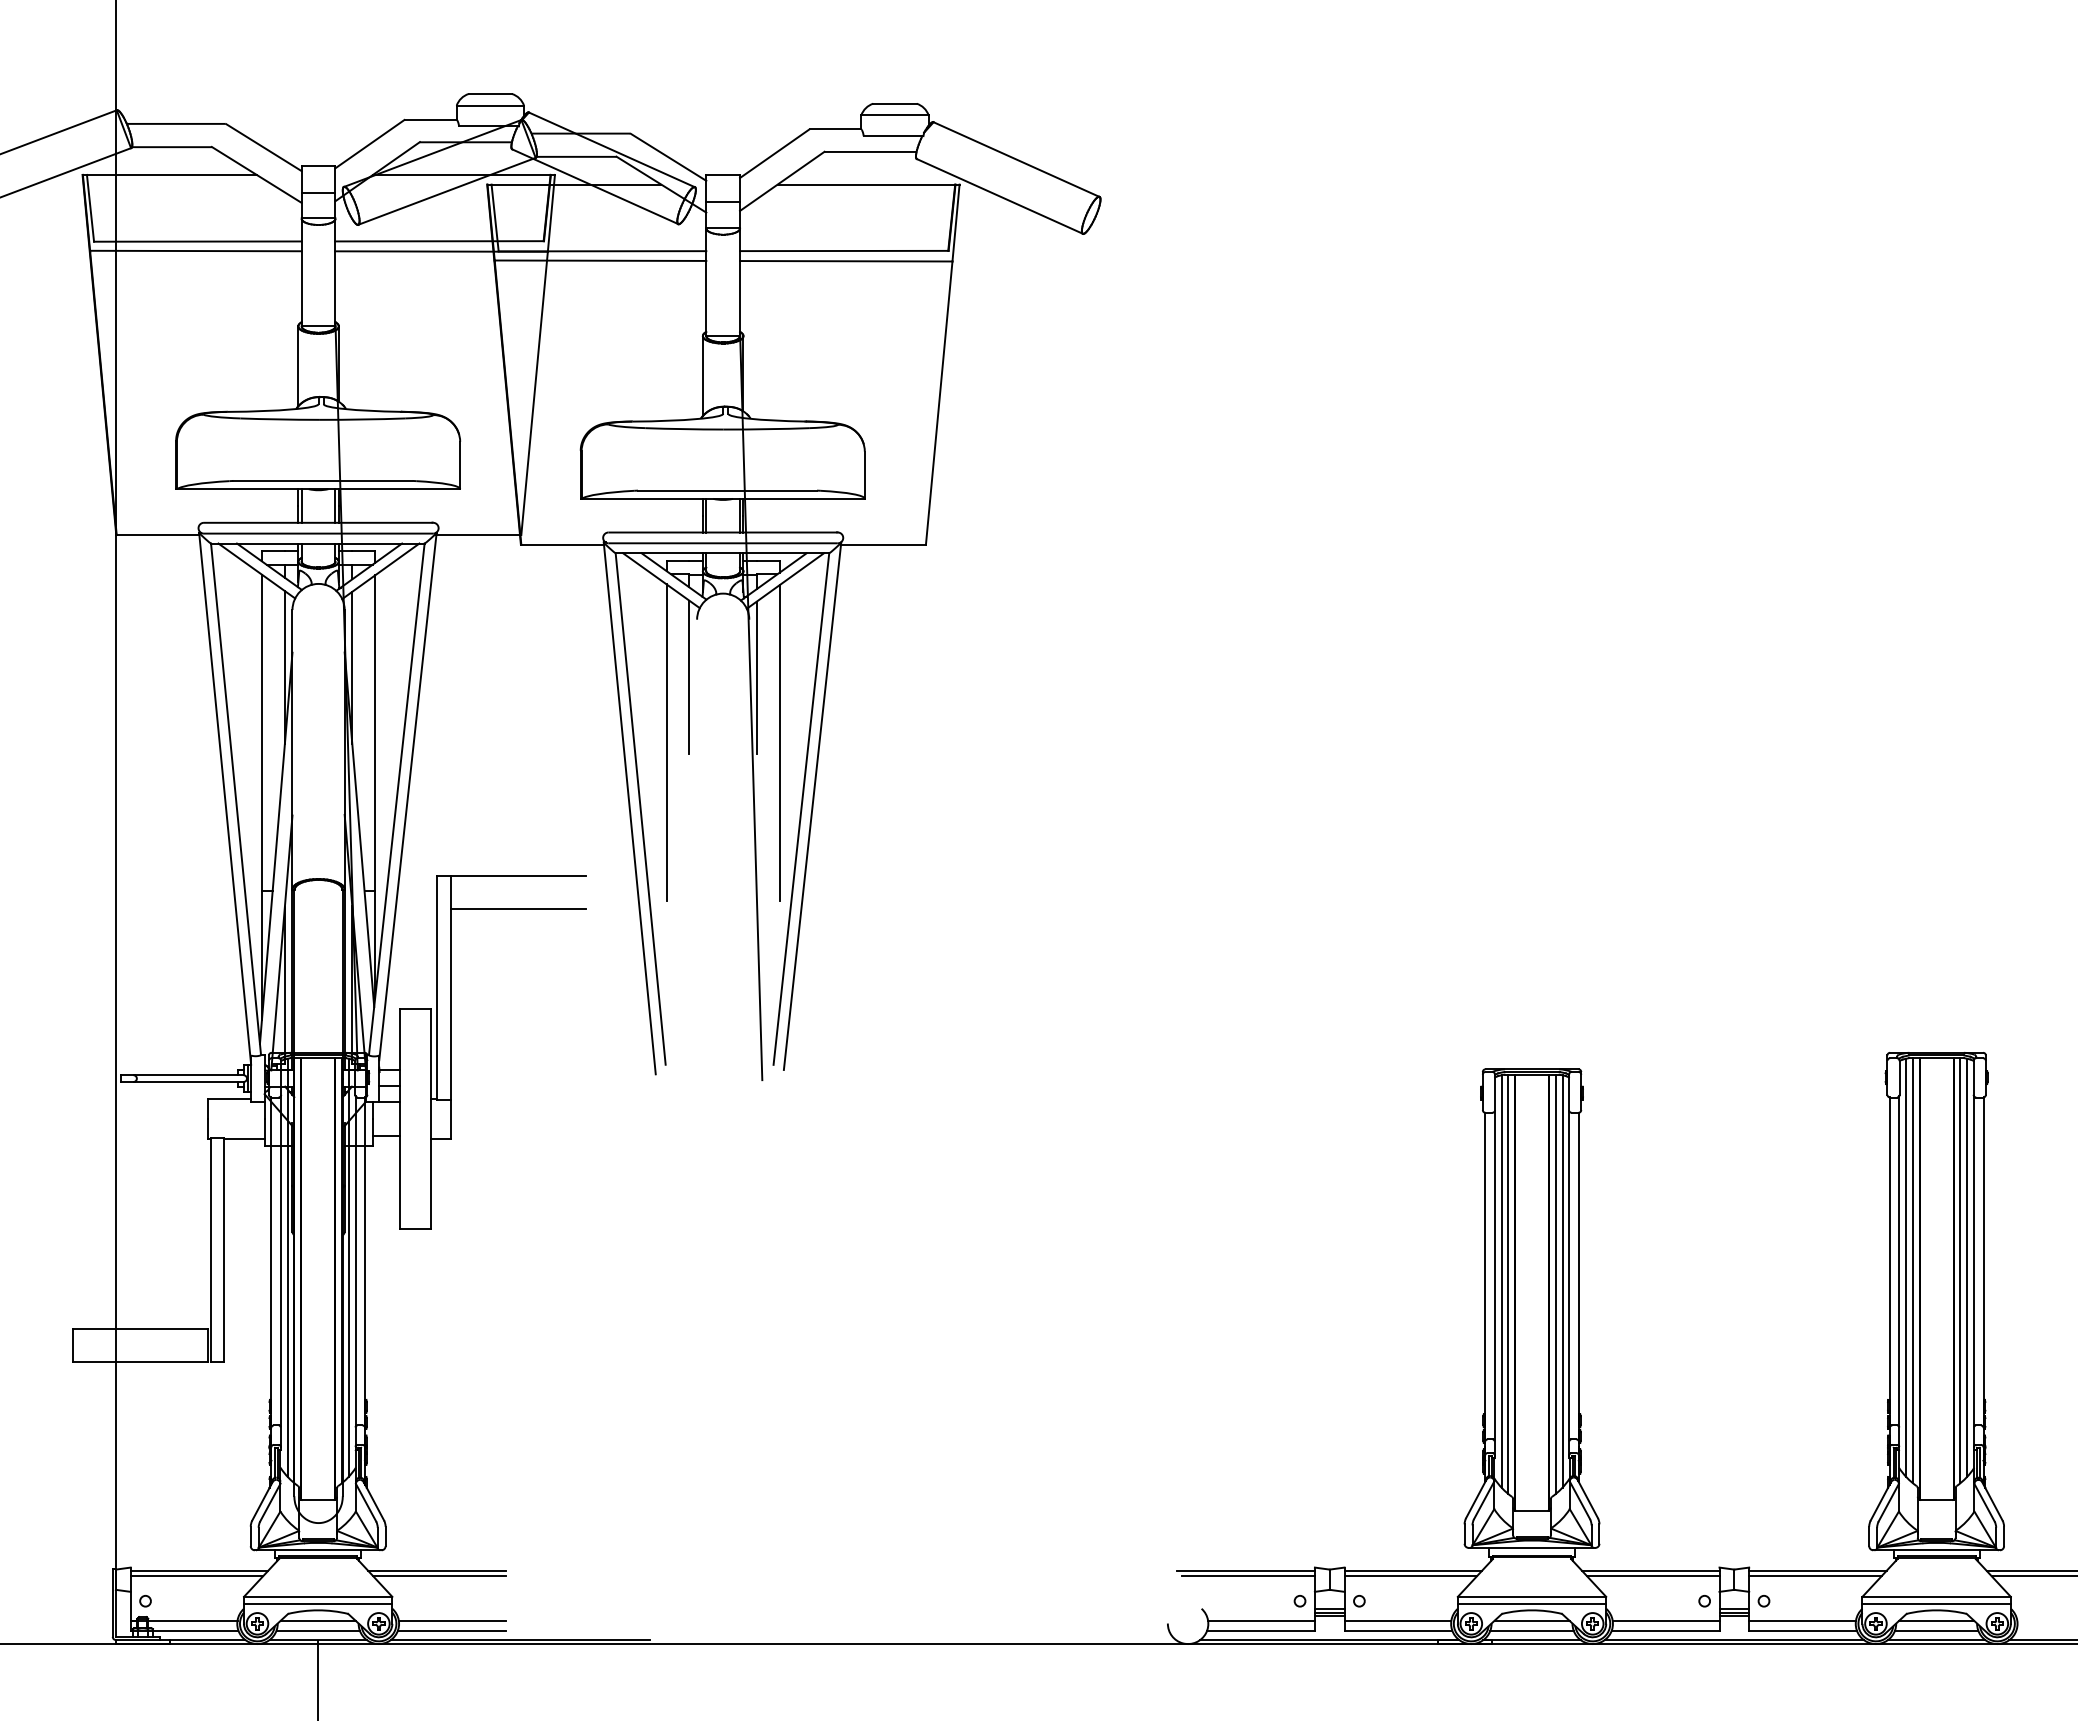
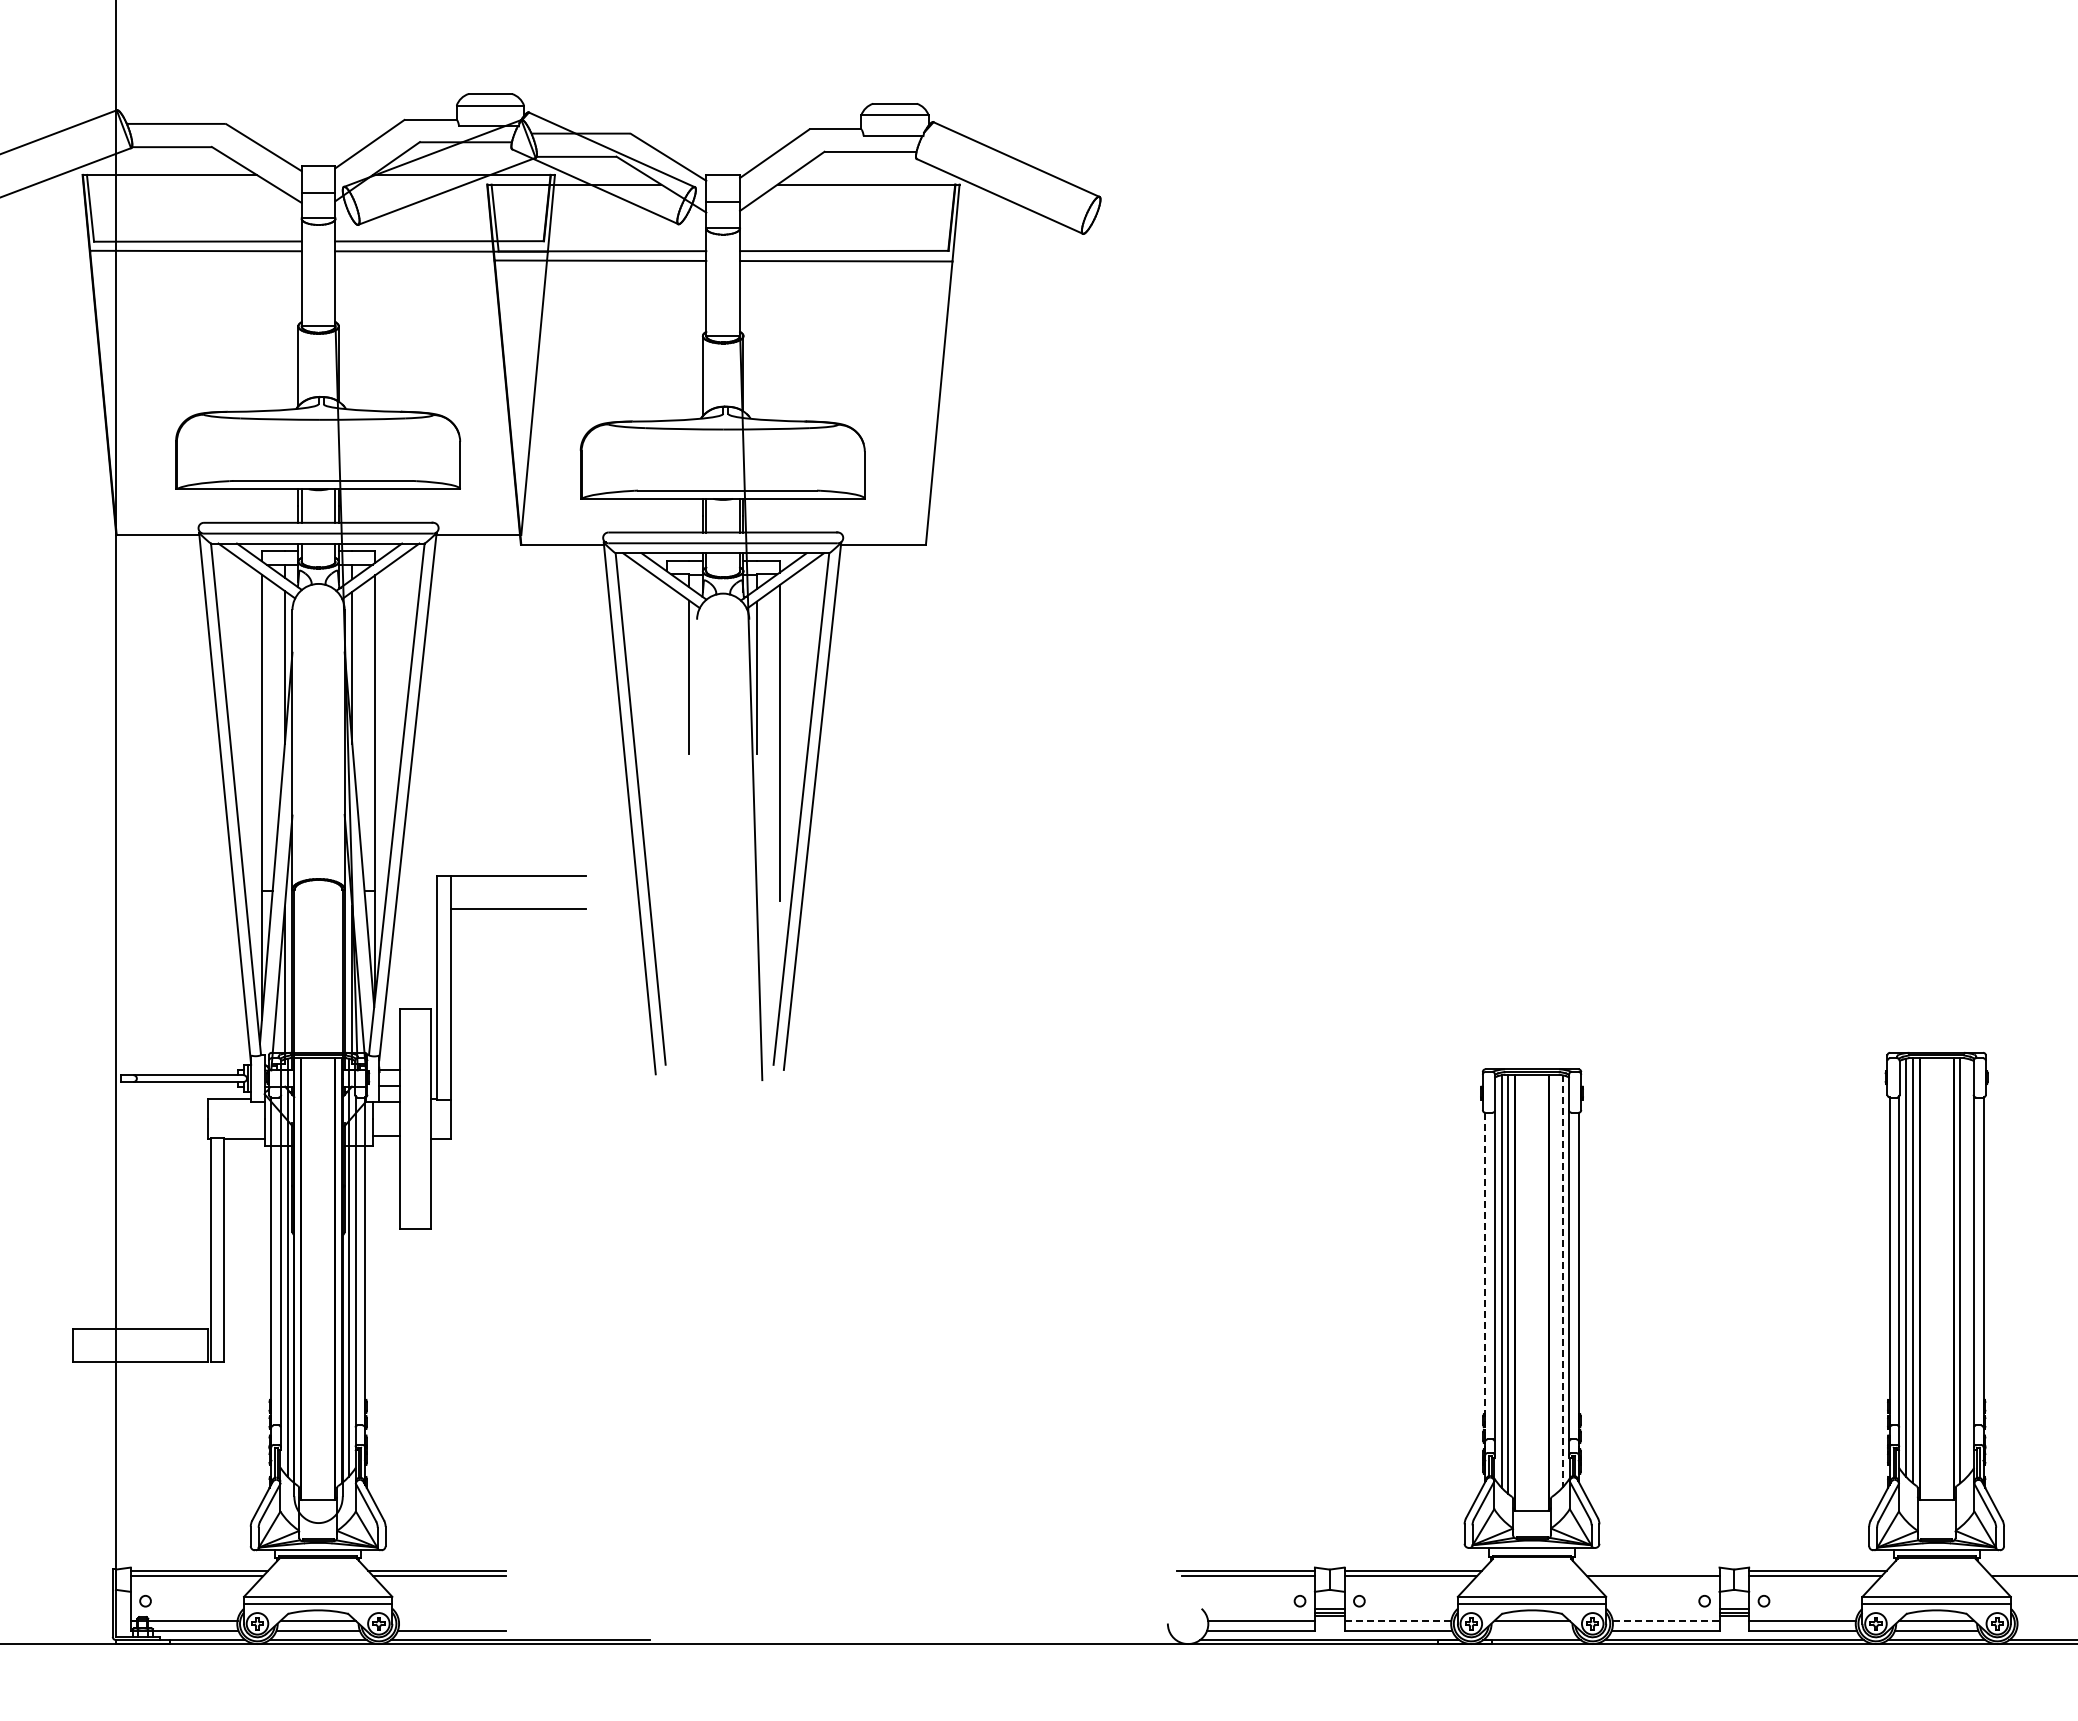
line at (666, 742): present -> none
line at (1967, 1267): present -> none
line at (1485, 1277): solid -> dashed
line at (1562, 1282): solid -> dashed
line at (1555, 1284): present -> none
line at (1650, 1570): present -> none
line at (2030, 1570): present -> none
line at (451, 1620): present -> none
line at (1398, 1620): solid -> dashed
line at (1666, 1620): solid -> dashed
line at (1531, 1630): present -> none
line at (318, 1679): present -> none
